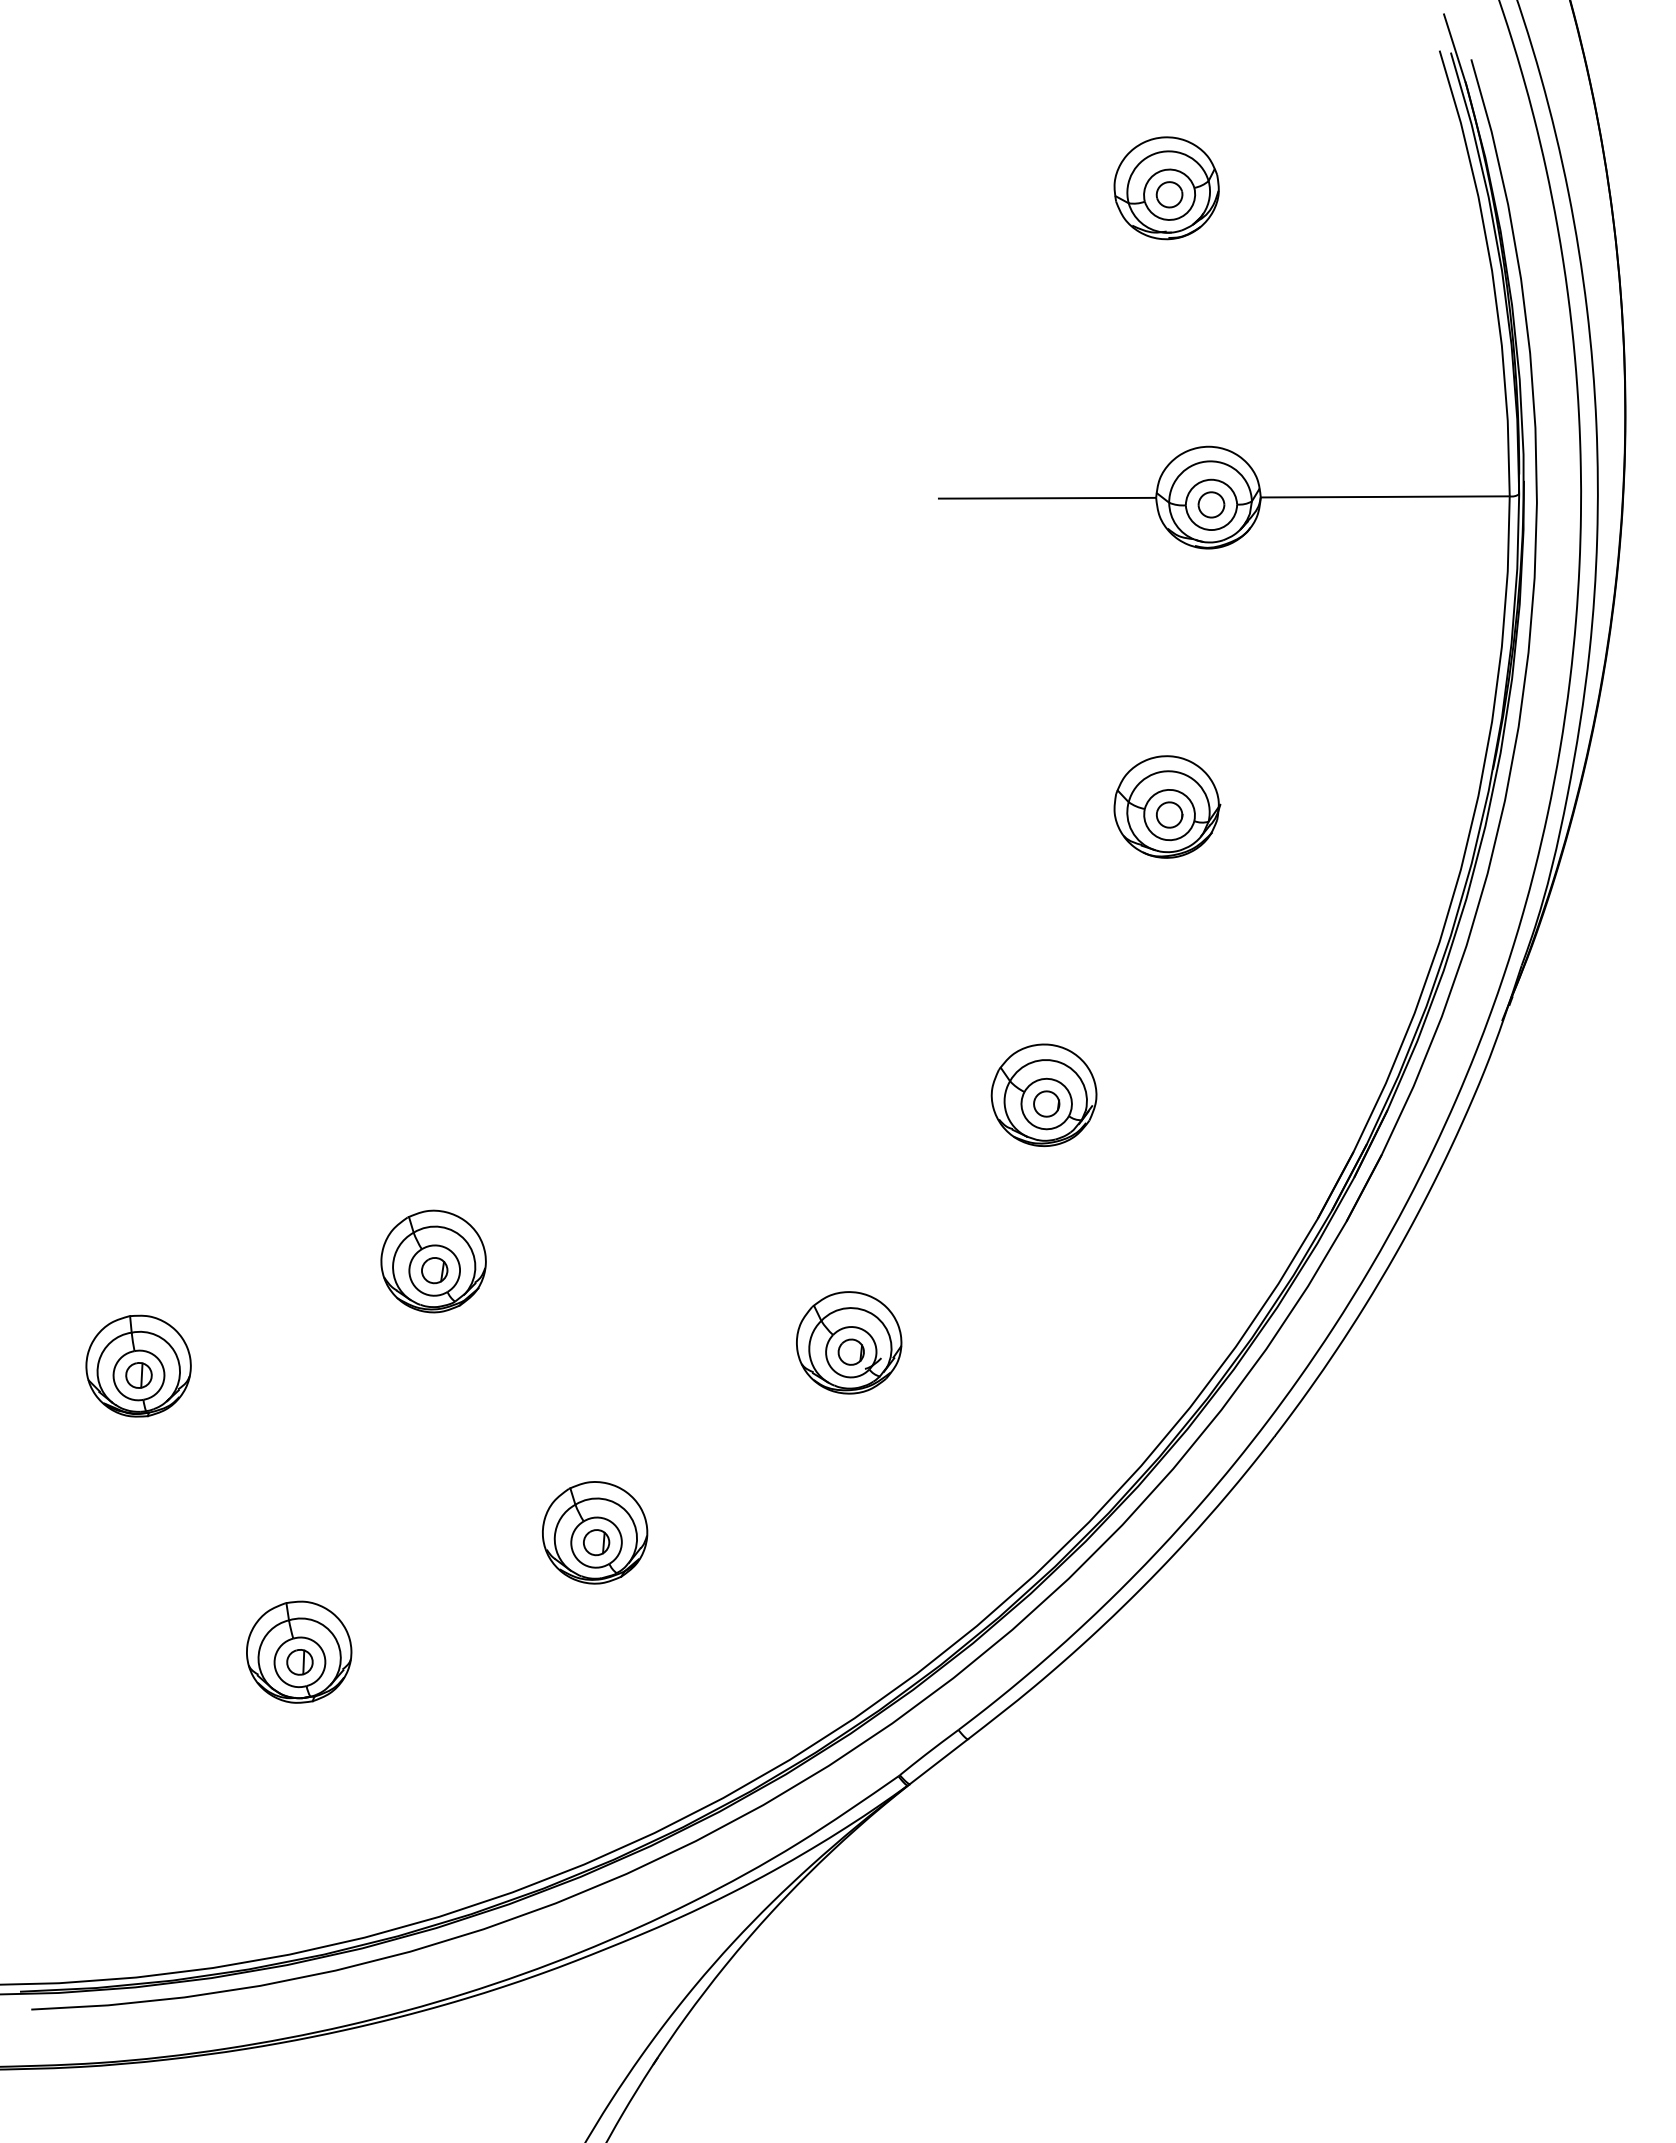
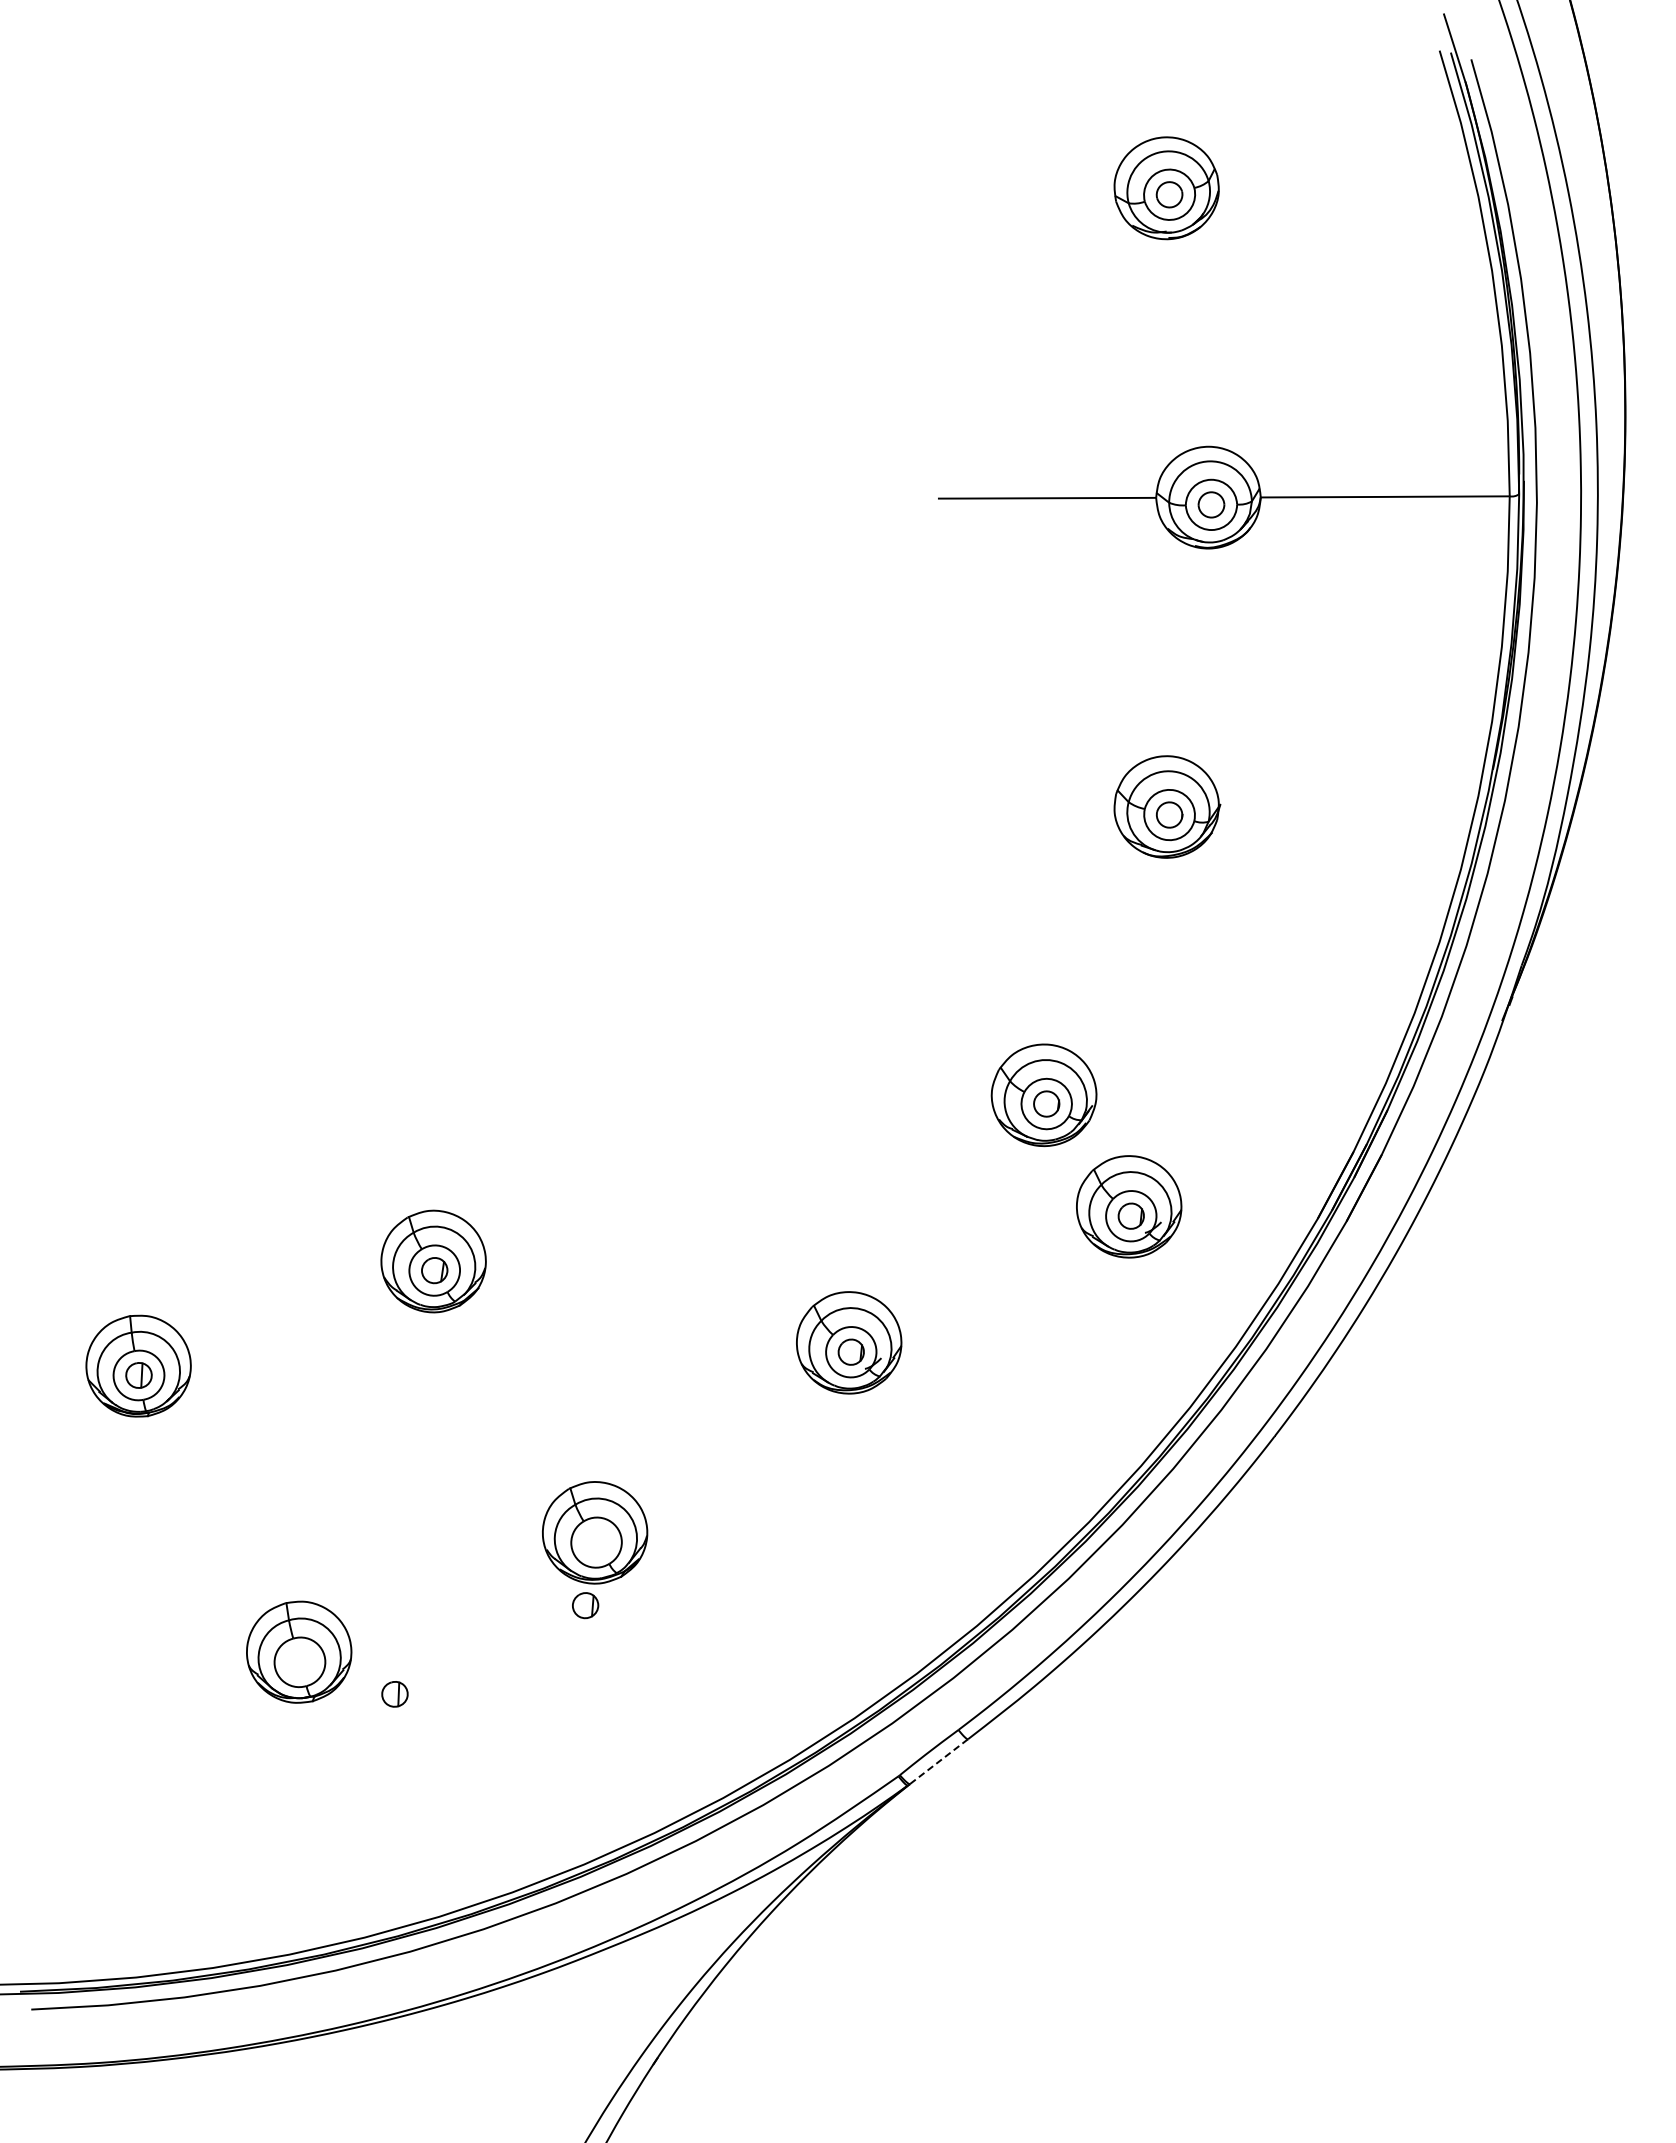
part at (1129, 1206): none -> present
part at (596, 1542) position: (596, 1542) -> (585, 1605)
part at (299, 1662) position: (299, 1662) -> (394, 1694)
line at (939, 1761): solid -> dashed
